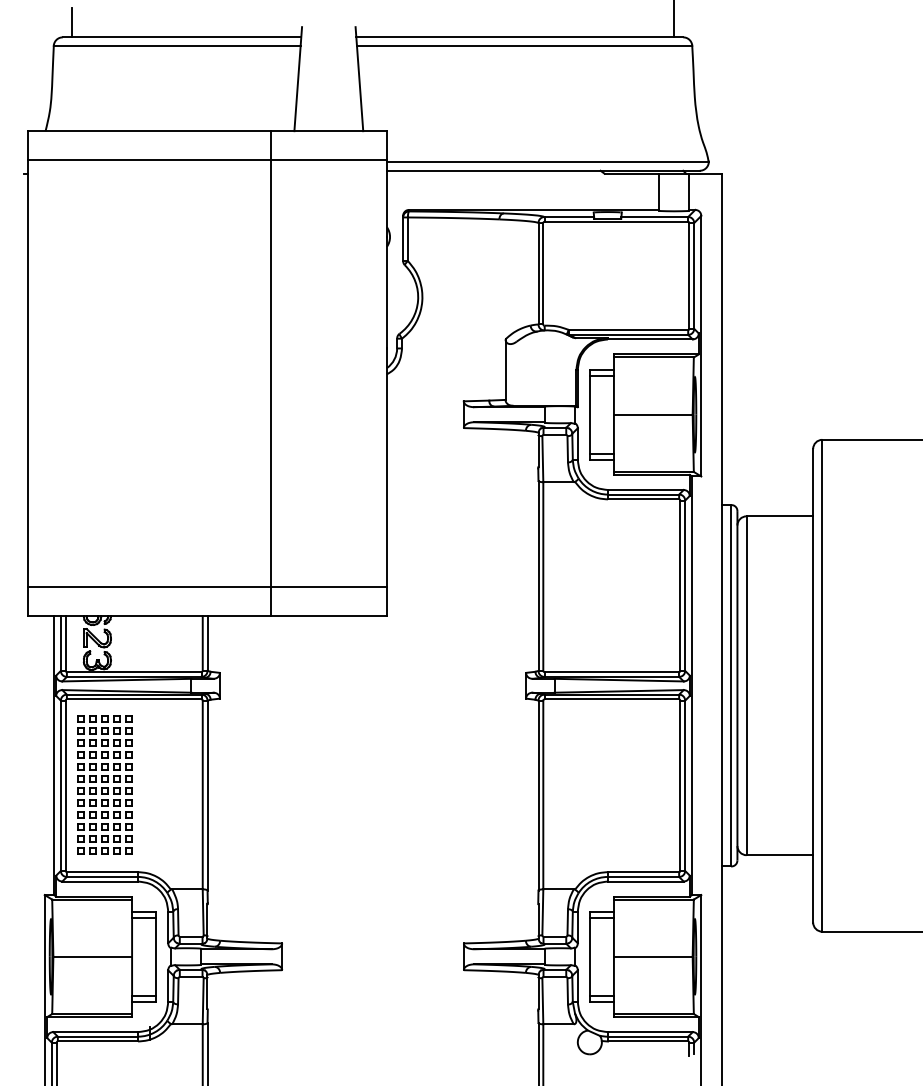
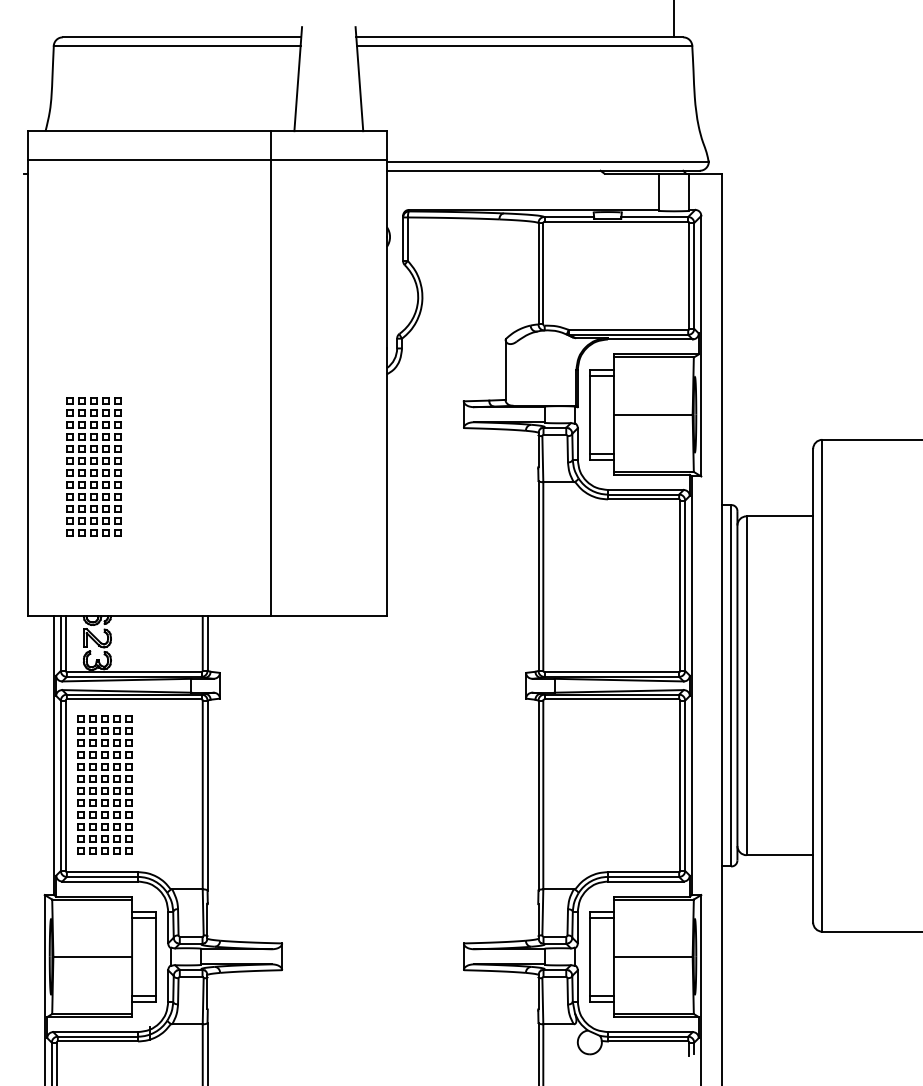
line at (71, 22): present -> none
part at (93, 466): none -> present
line at (206, 587): present -> none
